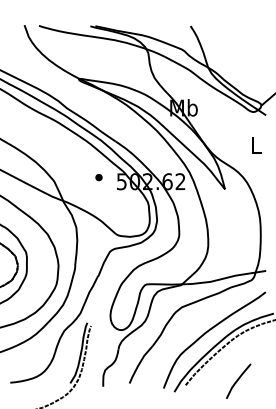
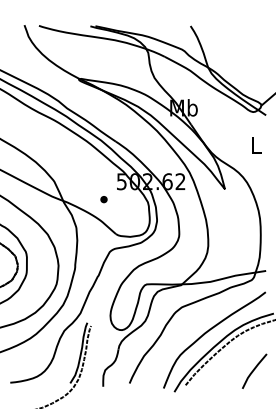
part at (98, 177) position: (98, 177) -> (103, 199)
line at (238, 380) position: (238, 380) -> (254, 370)
